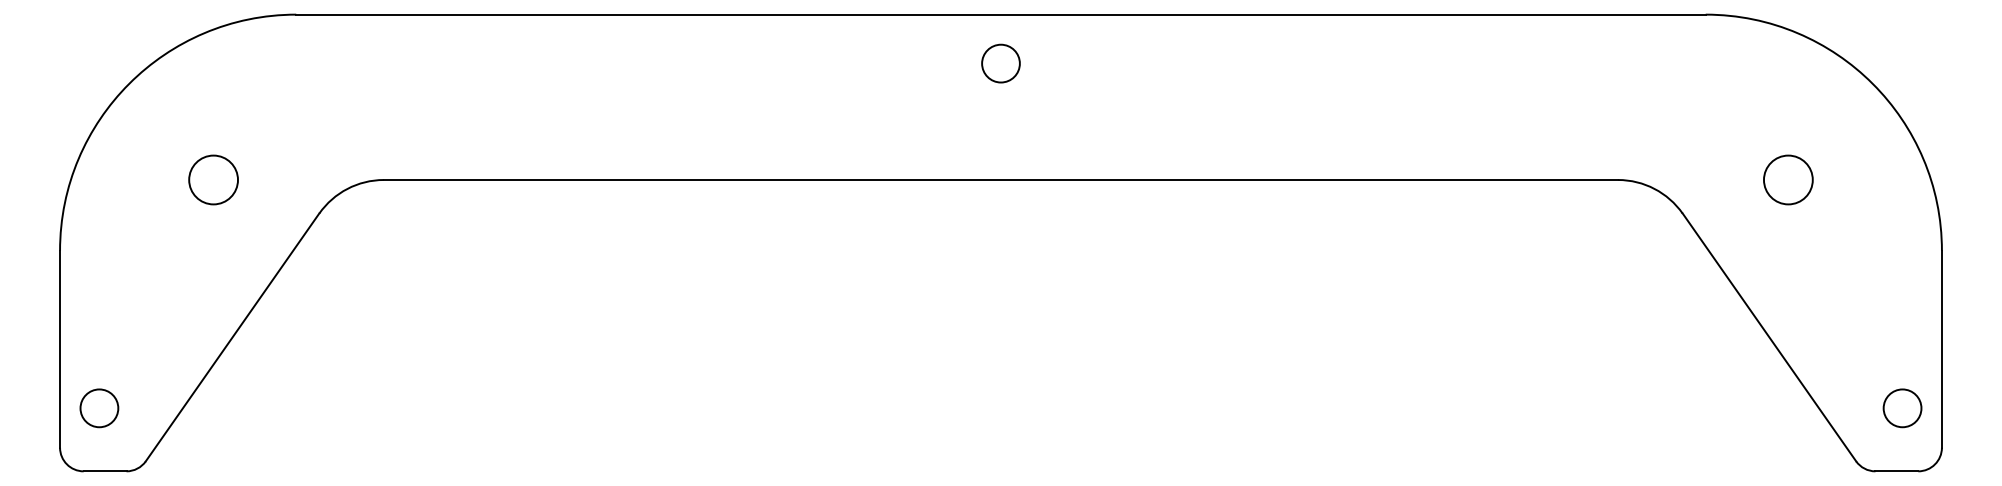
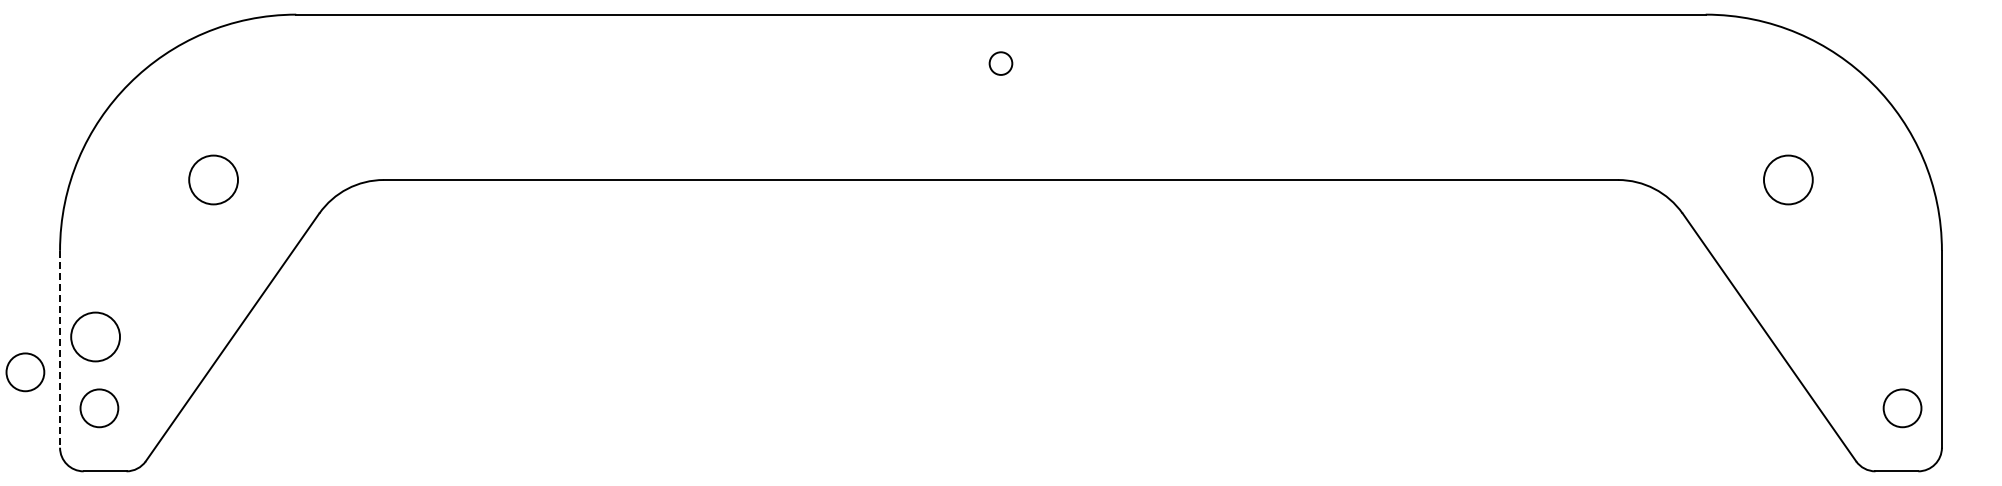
circle at (1000, 63) diameter: 38 px -> 23 px
circle at (95, 336): none -> present
line at (60, 349): solid -> dashed
circle at (25, 372): none -> present
